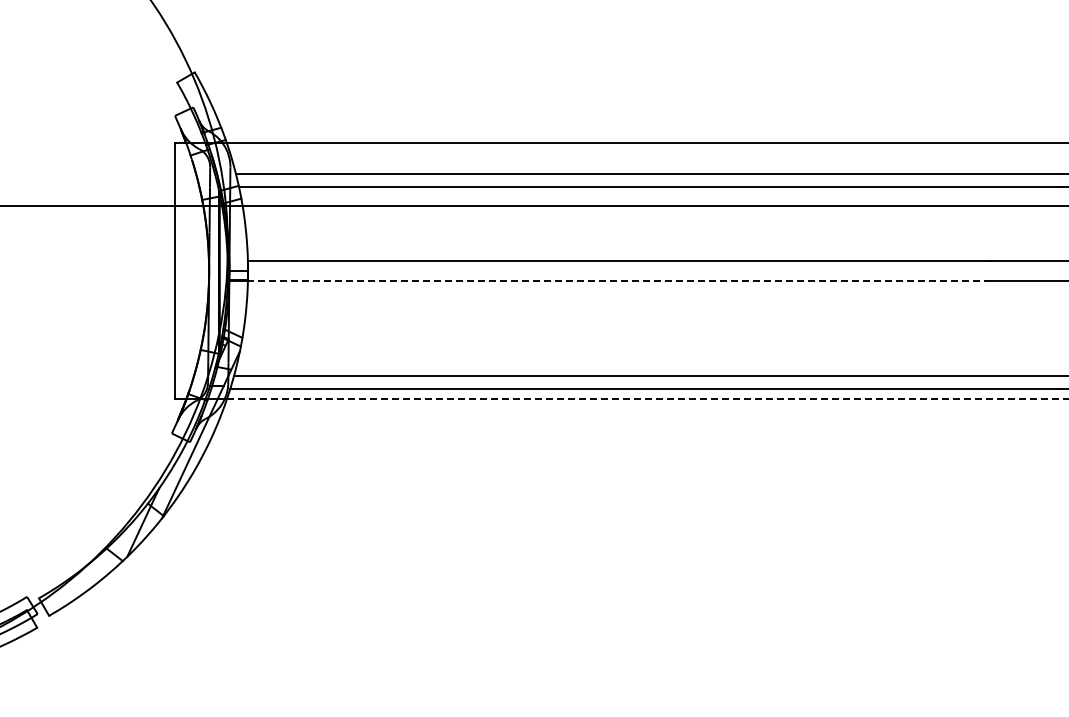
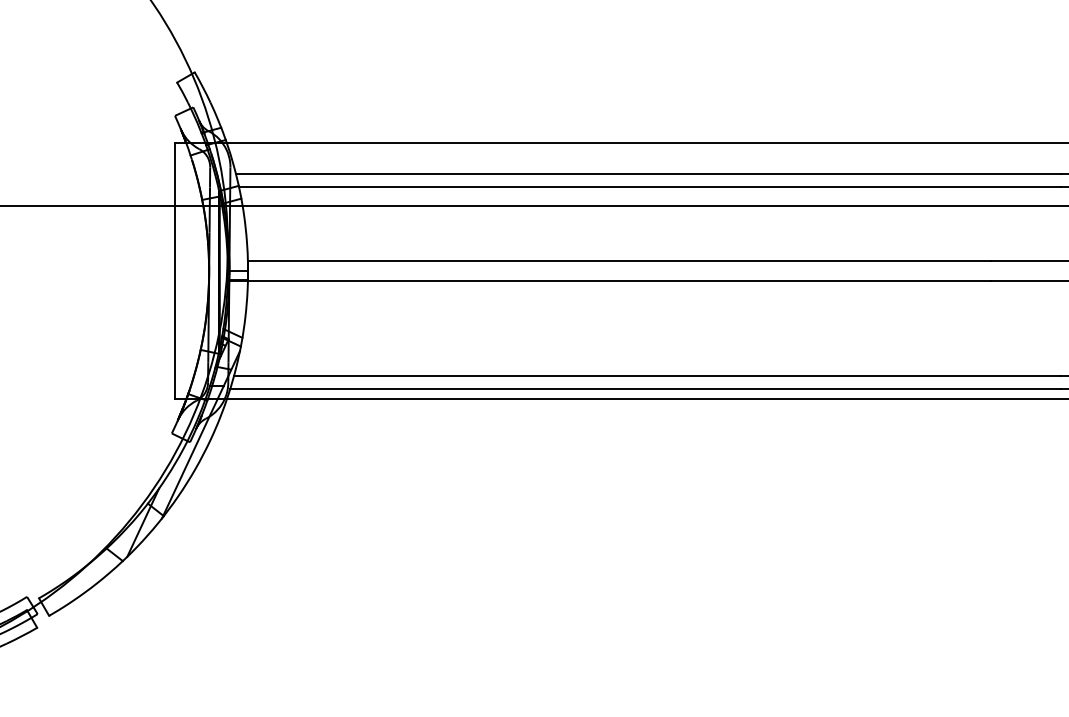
line at (619, 281): dashed -> solid
line at (647, 399): dashed -> solid
